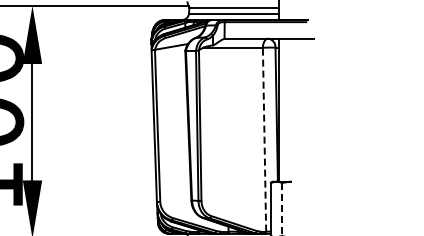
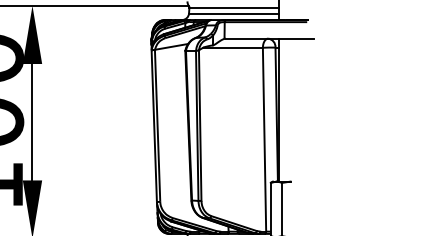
line at (264, 139): dashed -> solid
line at (281, 209): dashed -> solid
